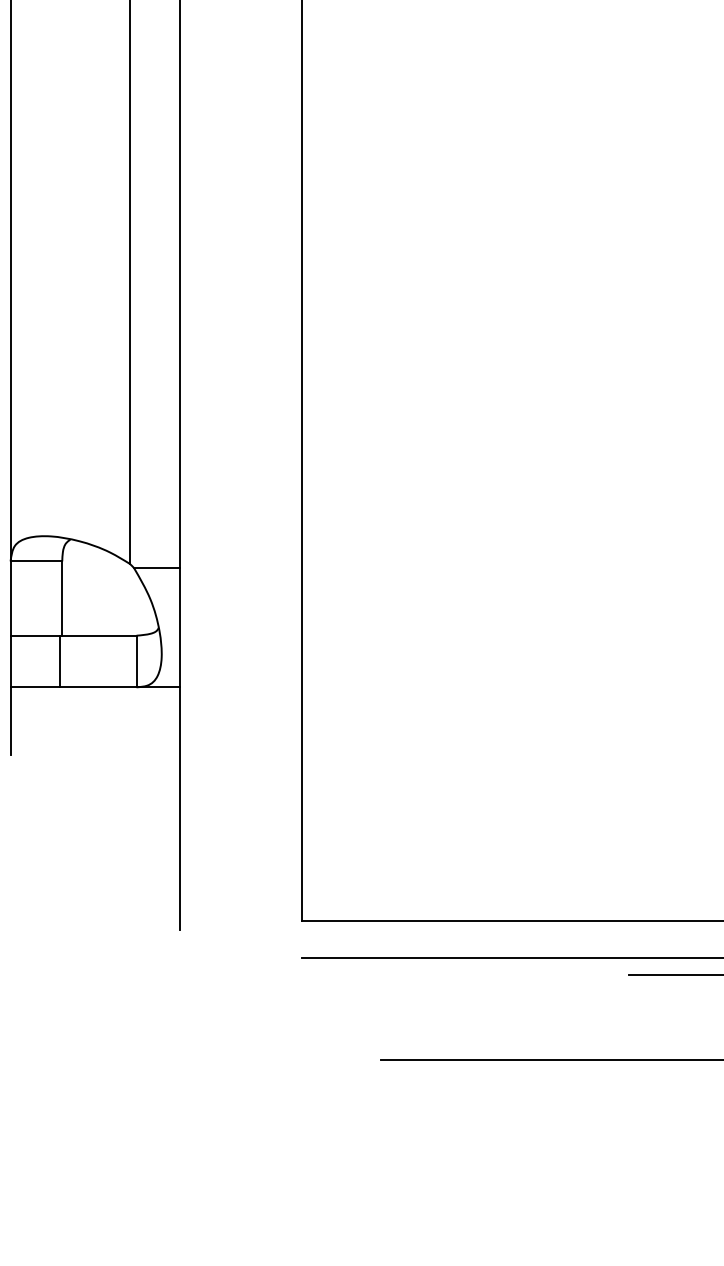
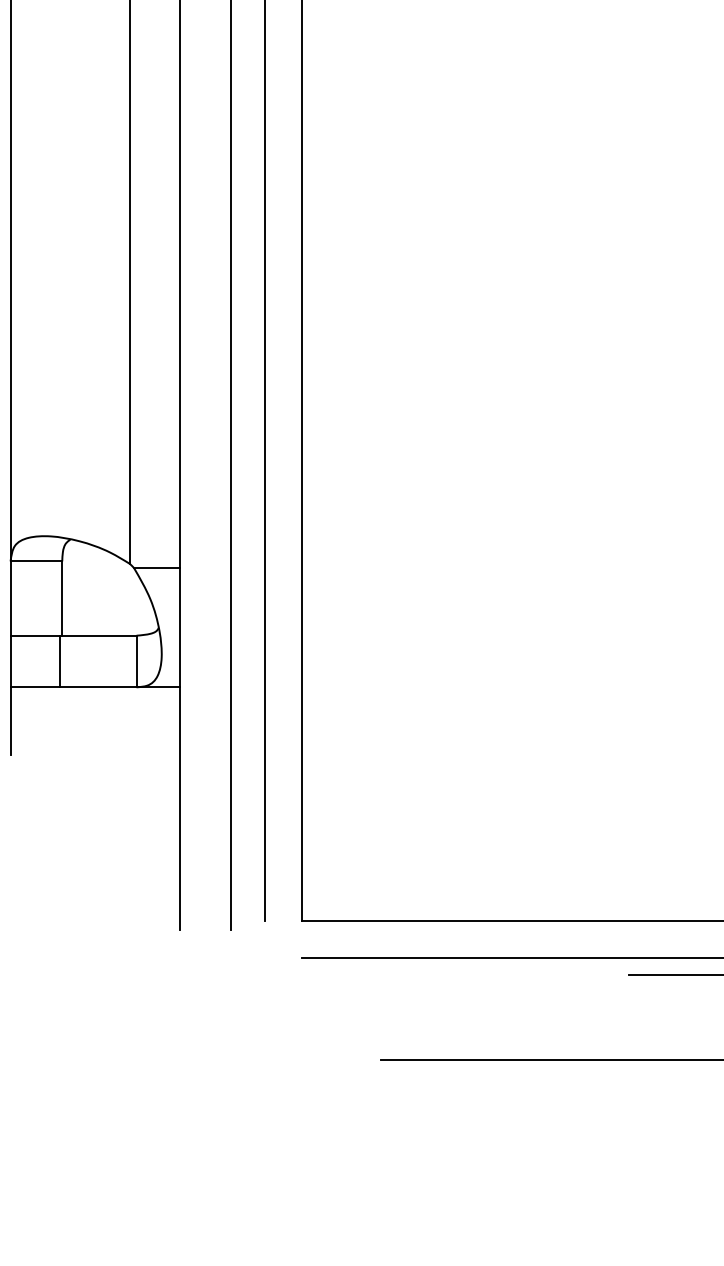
line at (264, 461): none -> present
line at (230, 466): none -> present
